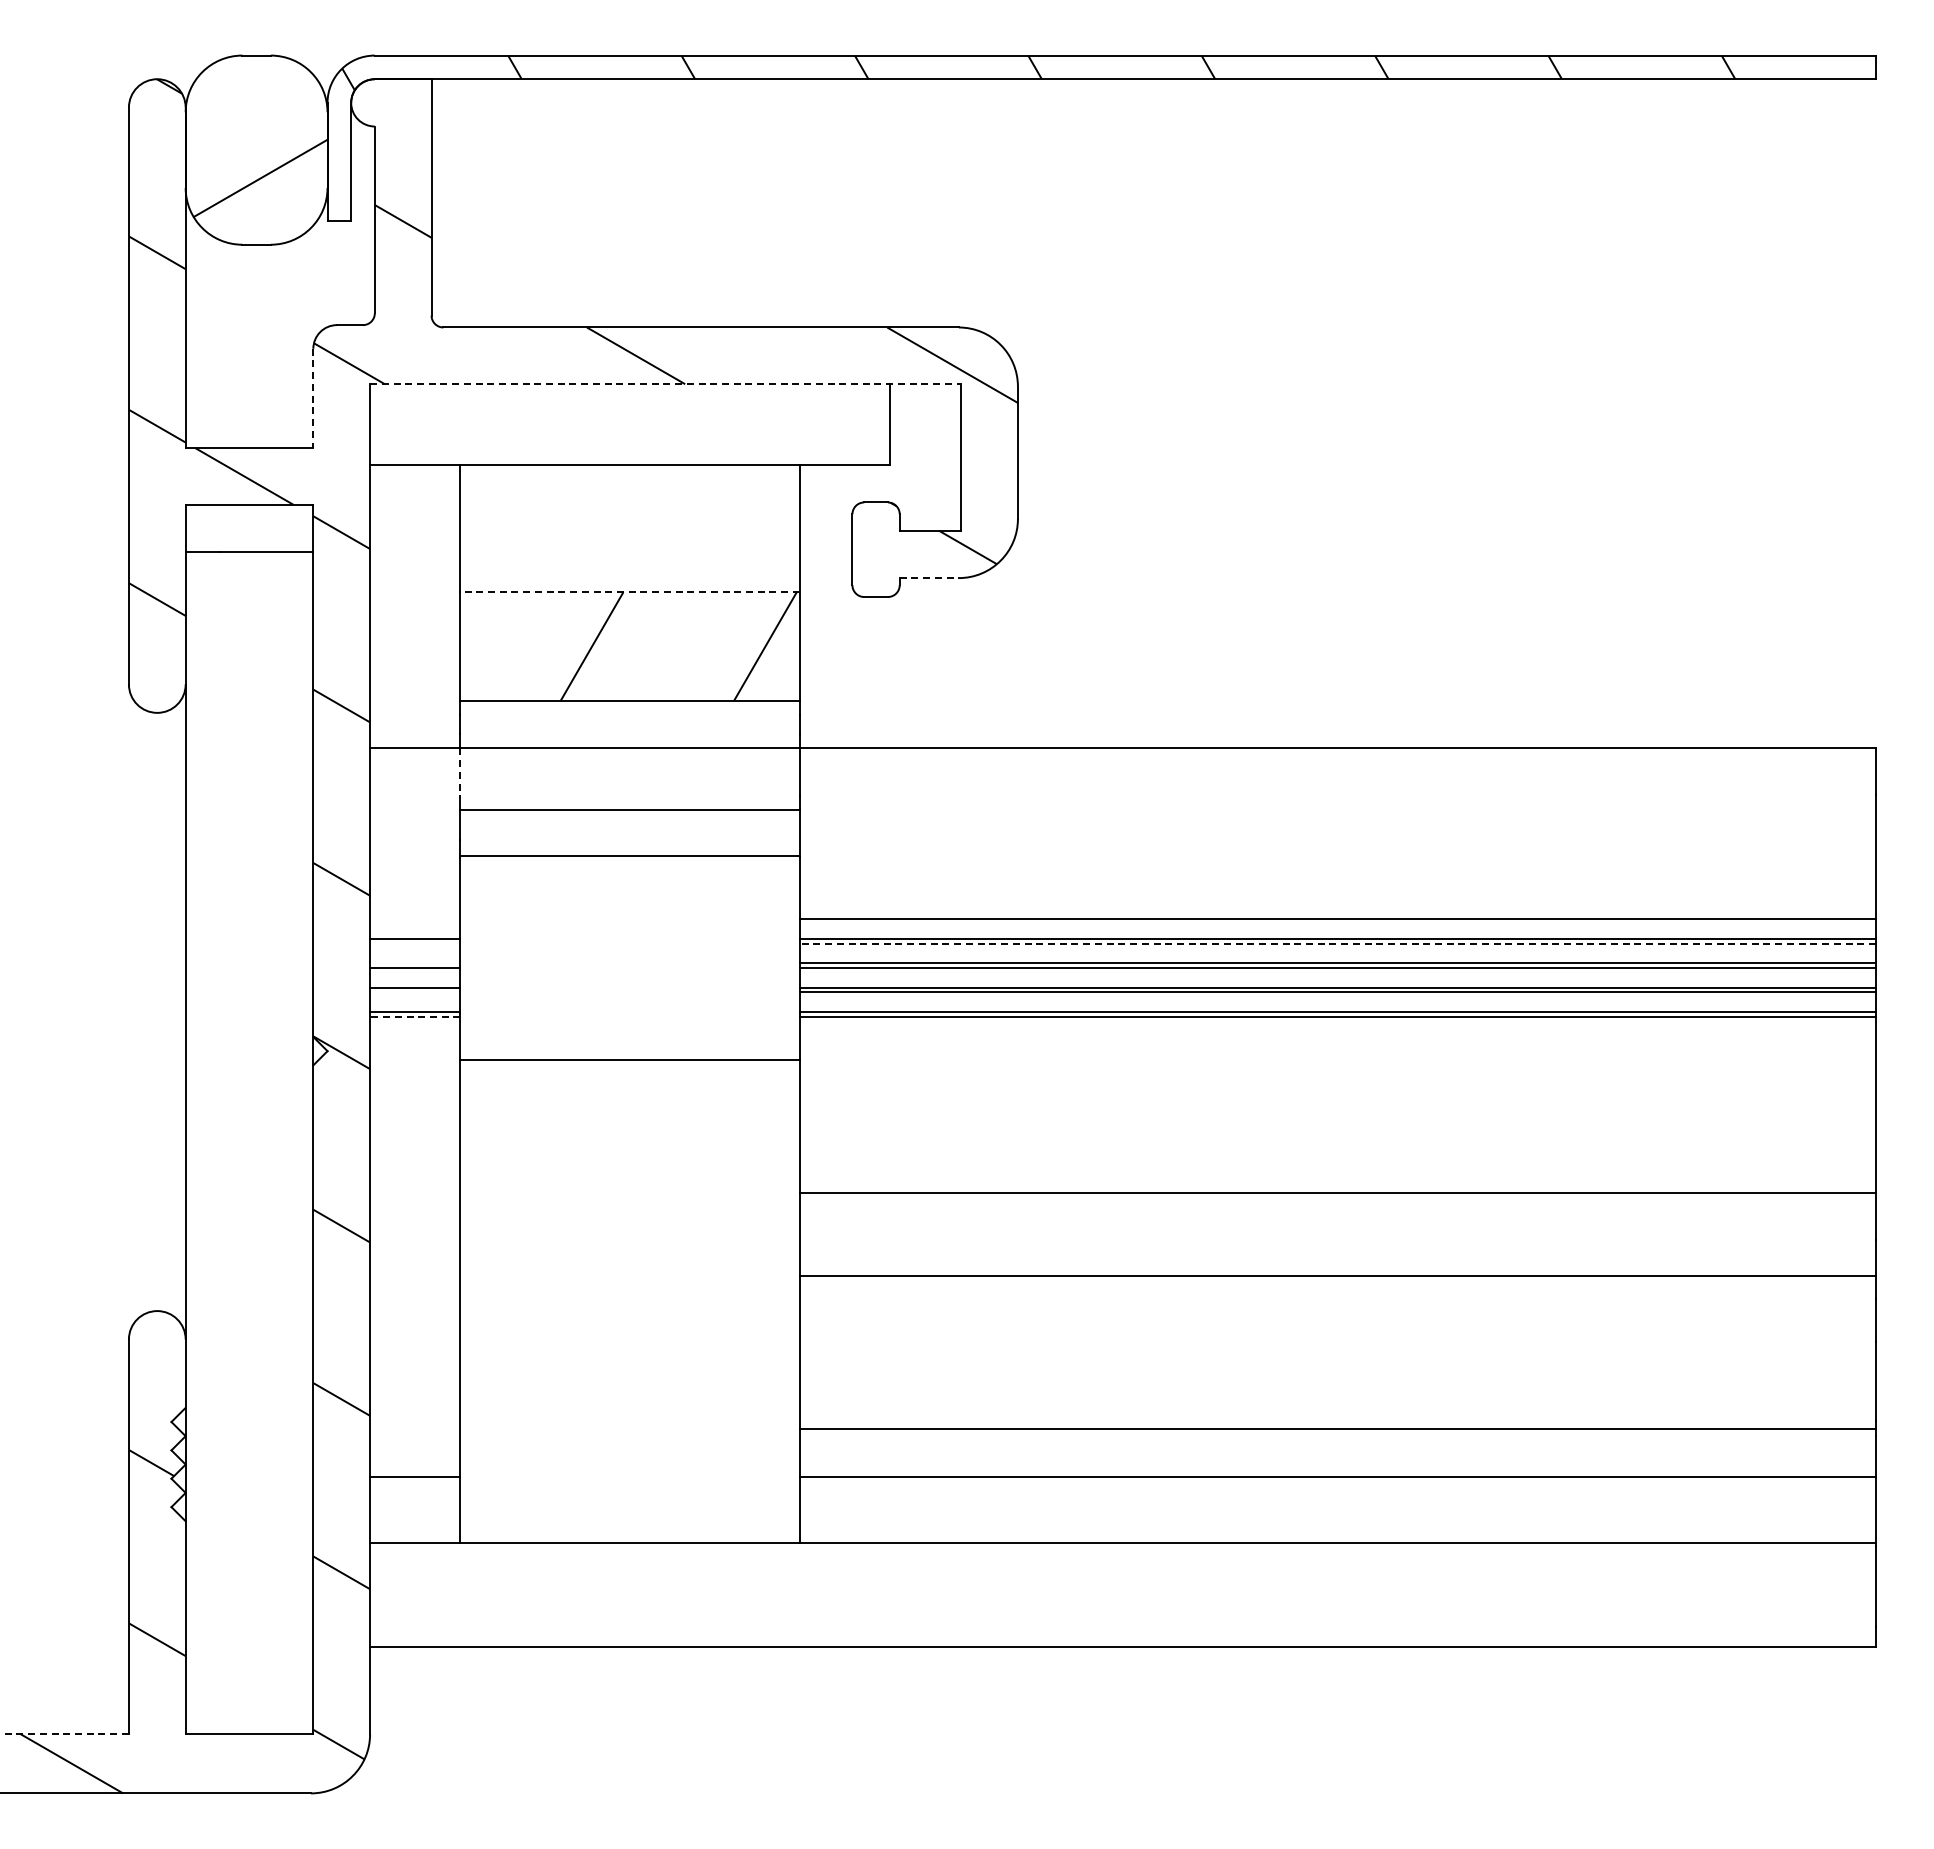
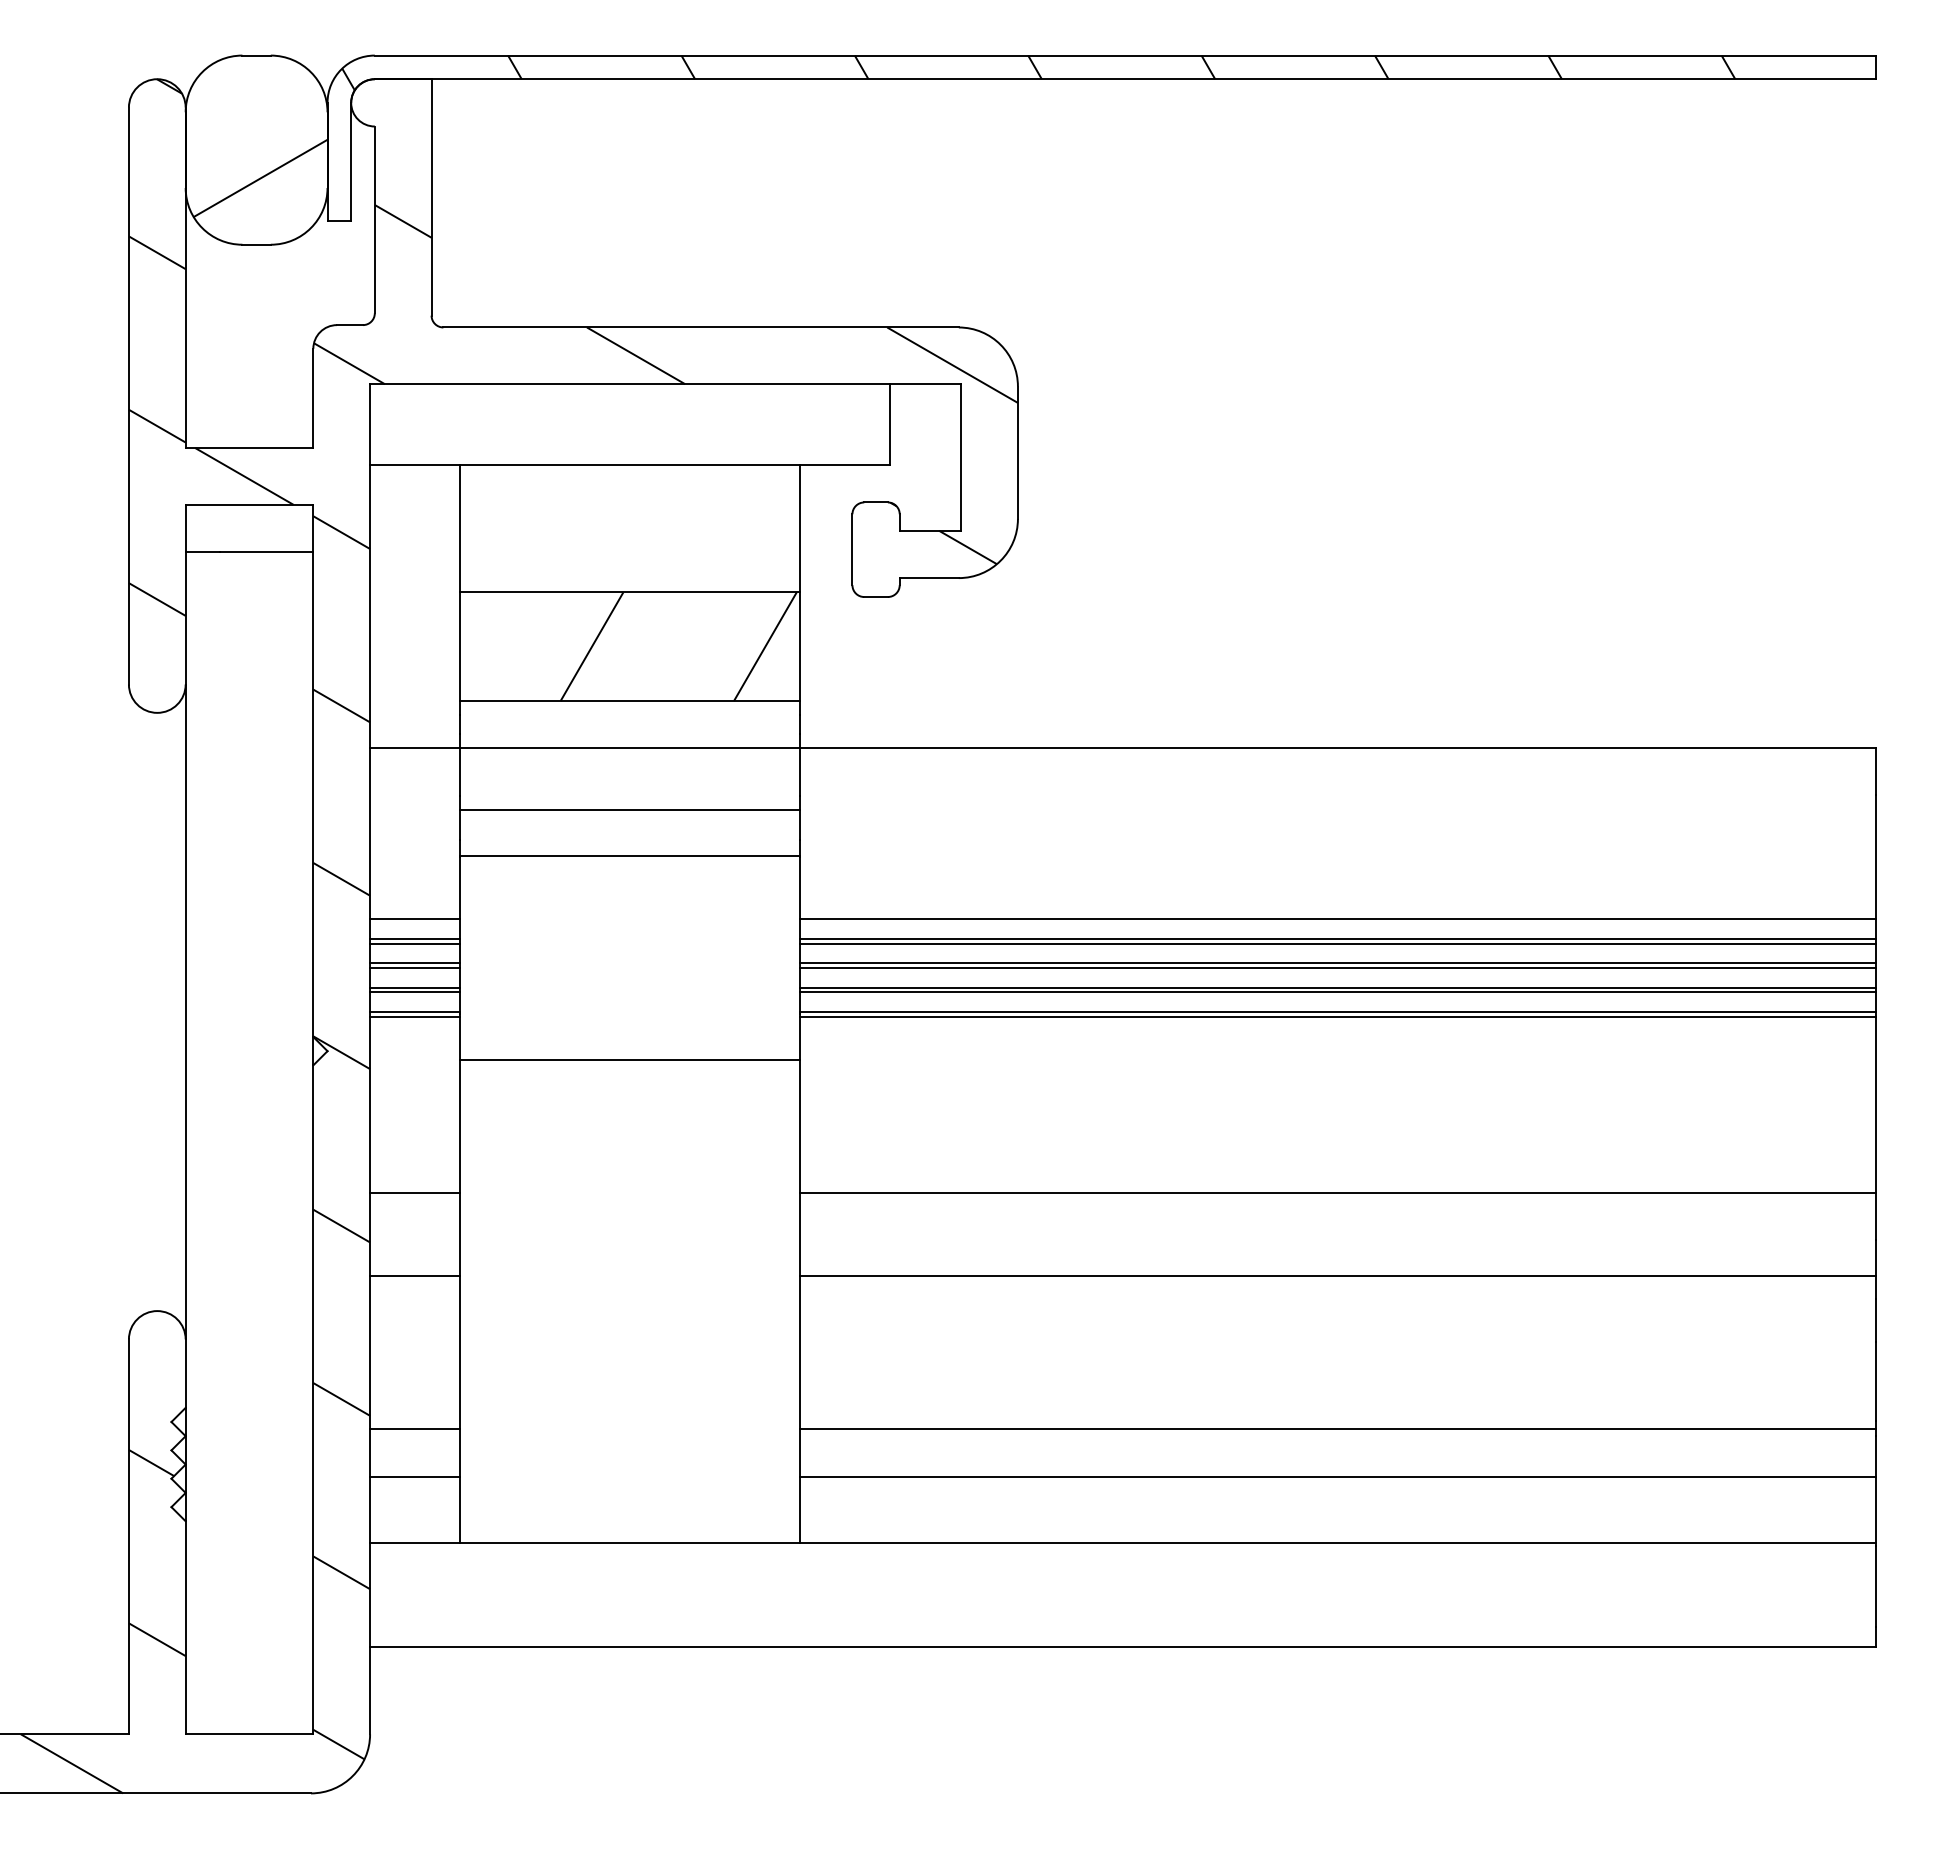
line at (665, 384): dashed -> solid
line at (313, 398): dashed -> solid
line at (929, 578): dashed -> solid
line at (630, 592): dashed -> solid
line at (460, 771): dashed -> solid
line at (415, 919): none -> present
line at (415, 943): none -> present
line at (1337, 943): dashed -> solid
line at (415, 963): none -> present
line at (415, 992): none -> present
line at (414, 1016): dashed -> solid
line at (415, 1192): none -> present
line at (415, 1275): none -> present
line at (415, 1428): none -> present
line at (64, 1734): dashed -> solid
